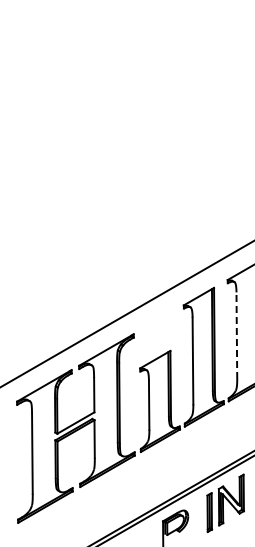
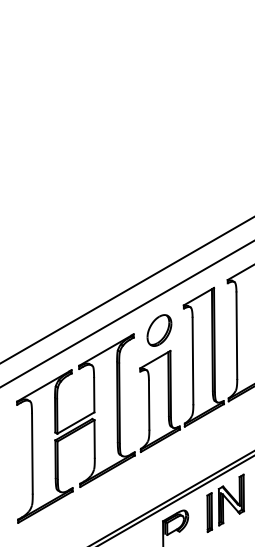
line at (126, 290): none -> present
part at (159, 330): none -> present
line at (236, 335): dashed -> solid
